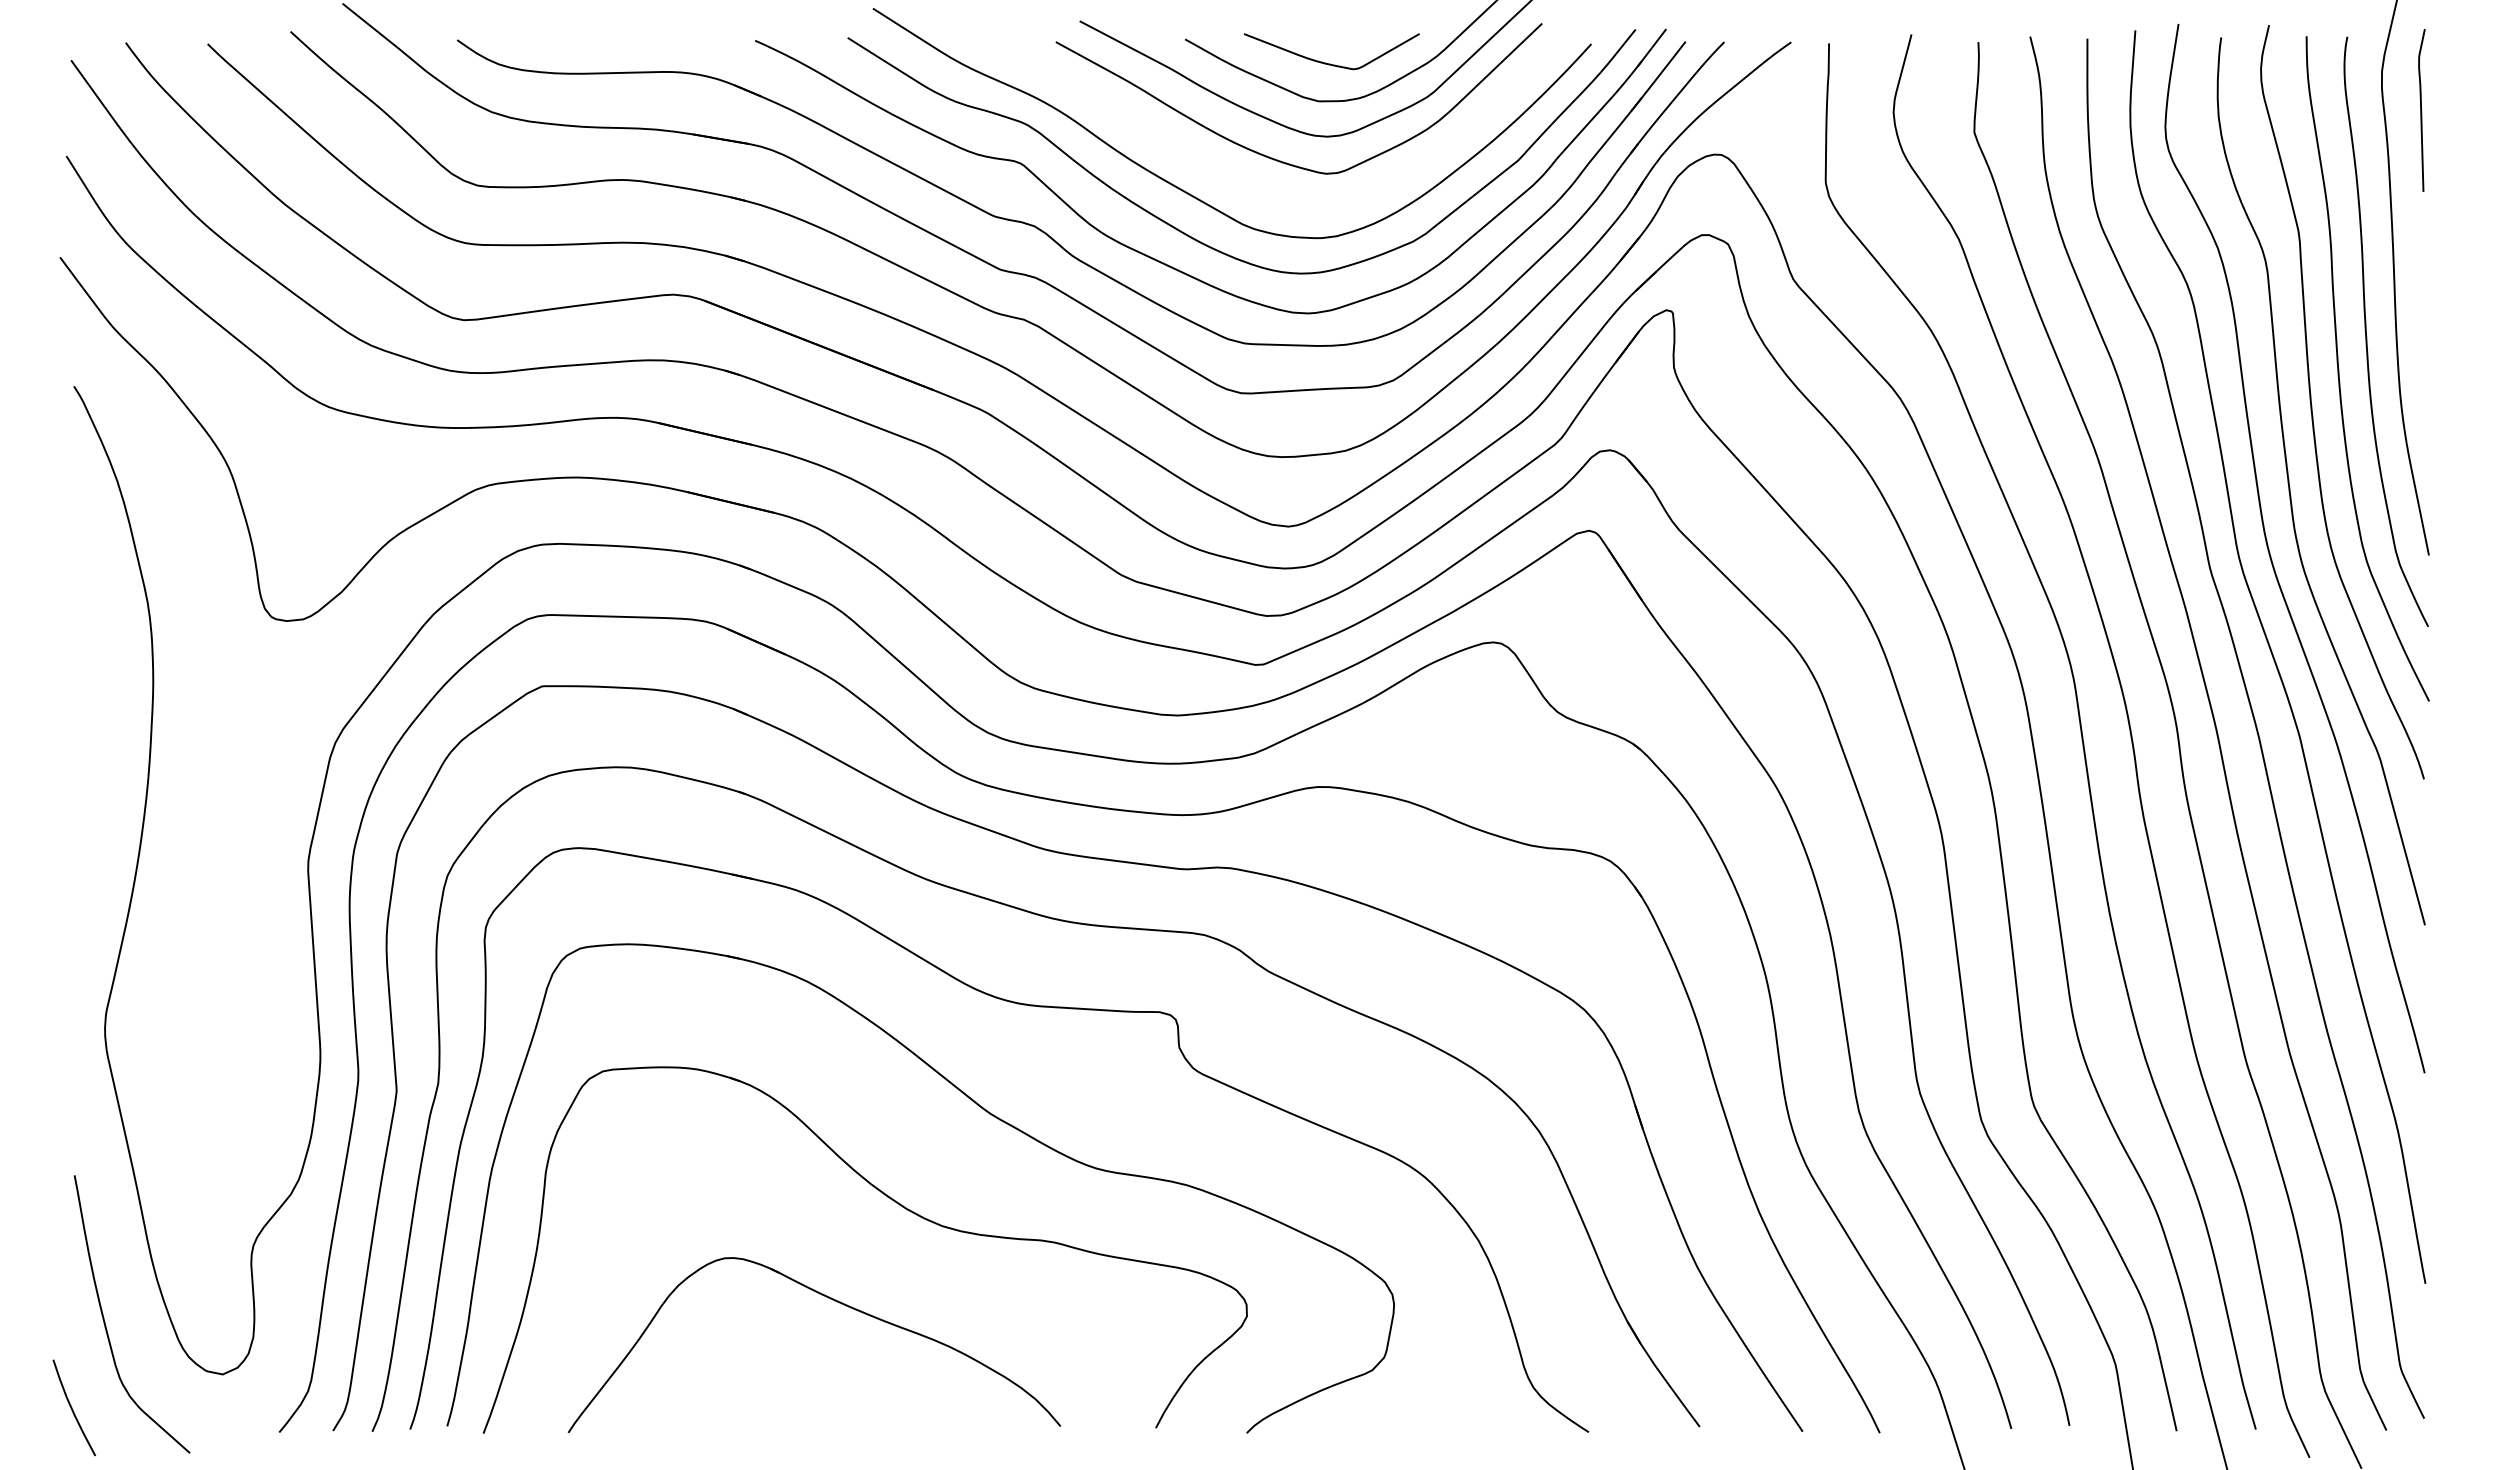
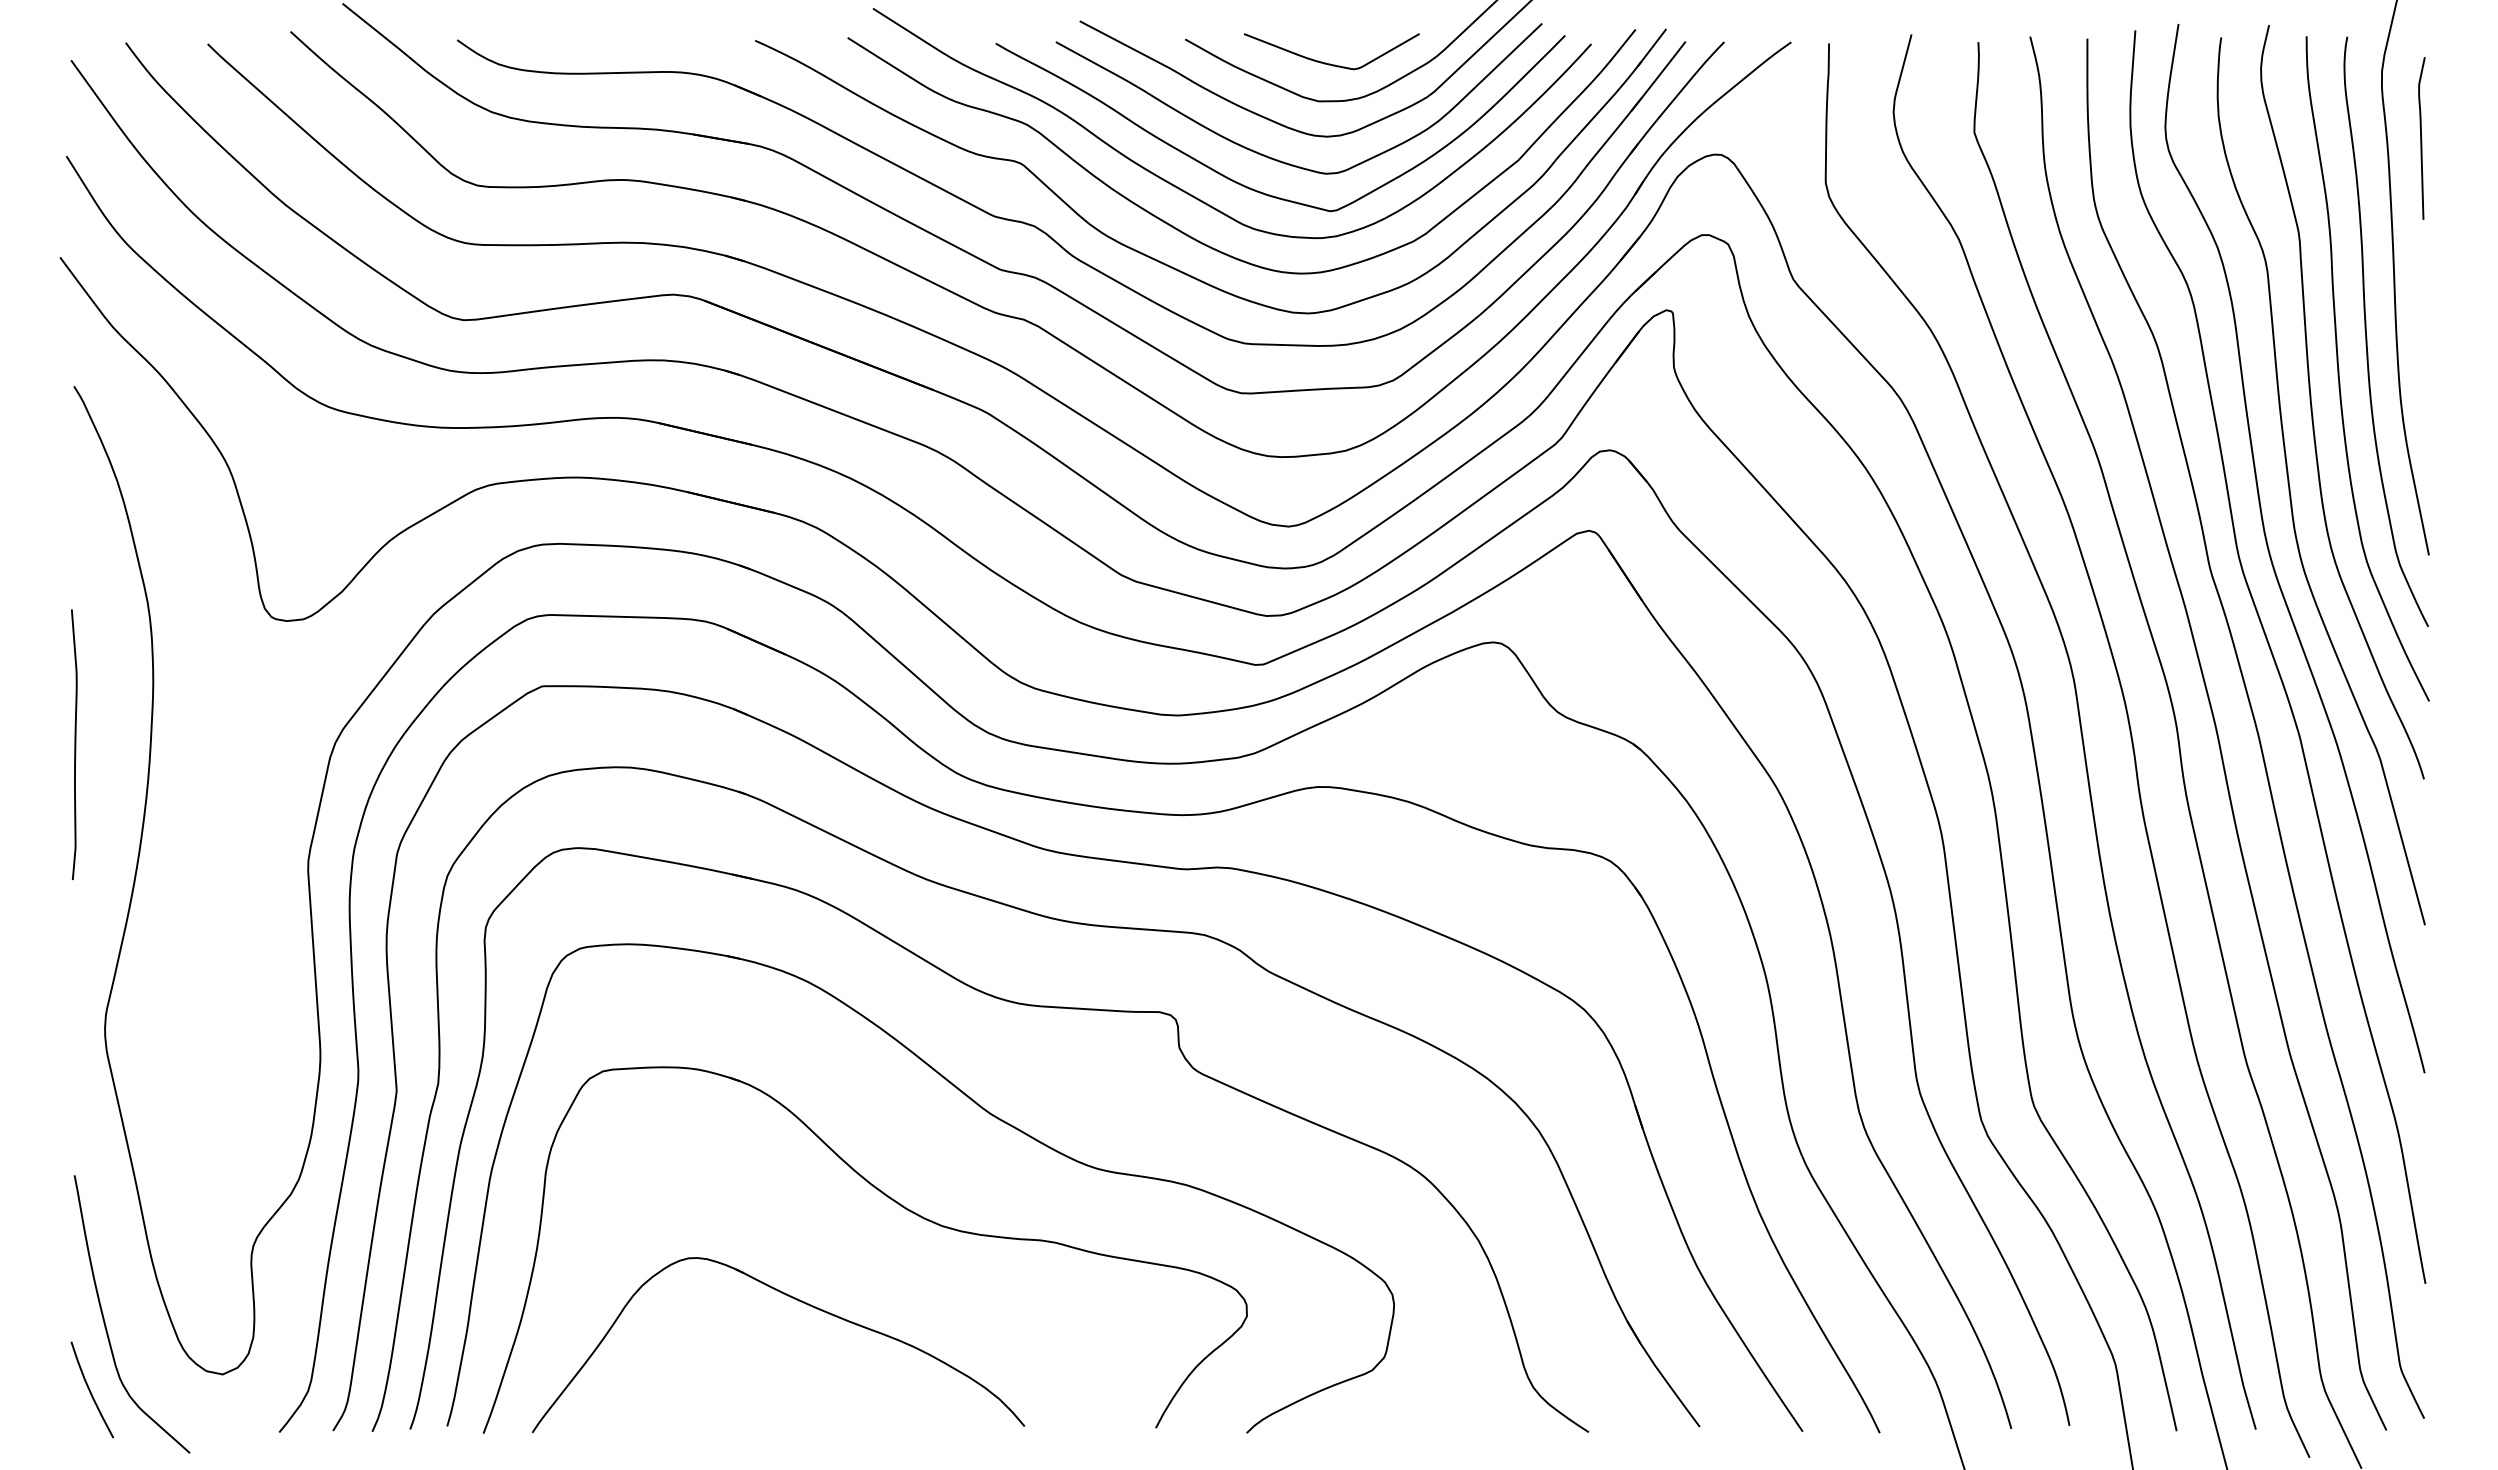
curve at (2421, 110) position: (2421, 110) -> (2421, 138)
curve at (1258, 190): none -> present
curve at (74, 744): none -> present
part at (834, 1301) position: (834, 1301) -> (798, 1301)
curve at (72, 1407) position: (72, 1407) -> (90, 1389)
